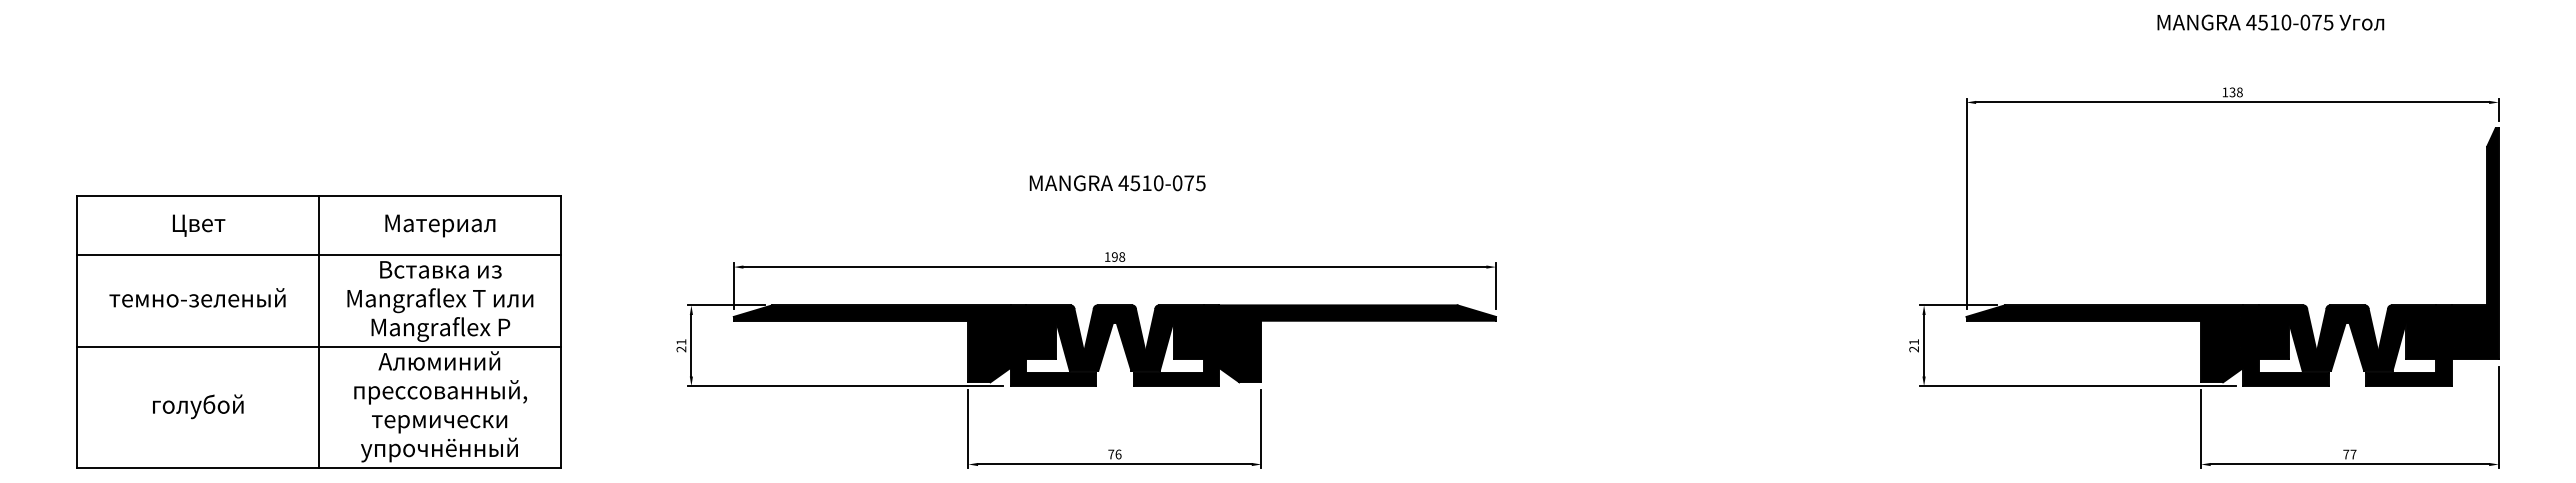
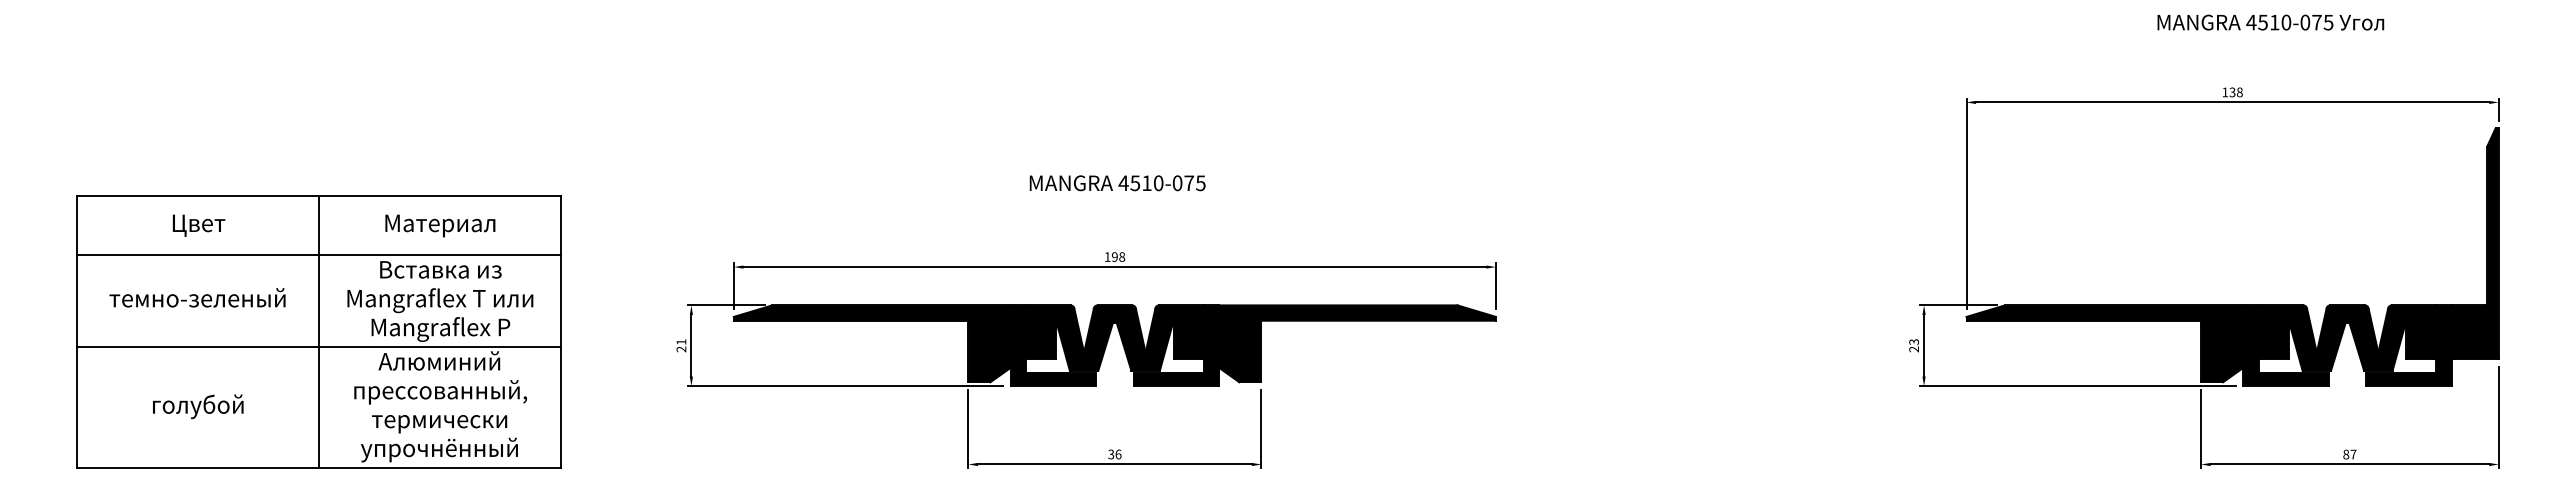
text at (1914, 342): 21 -> 23
text at (1111, 454): 76 -> 36
text at (2346, 454): 77 -> 87
